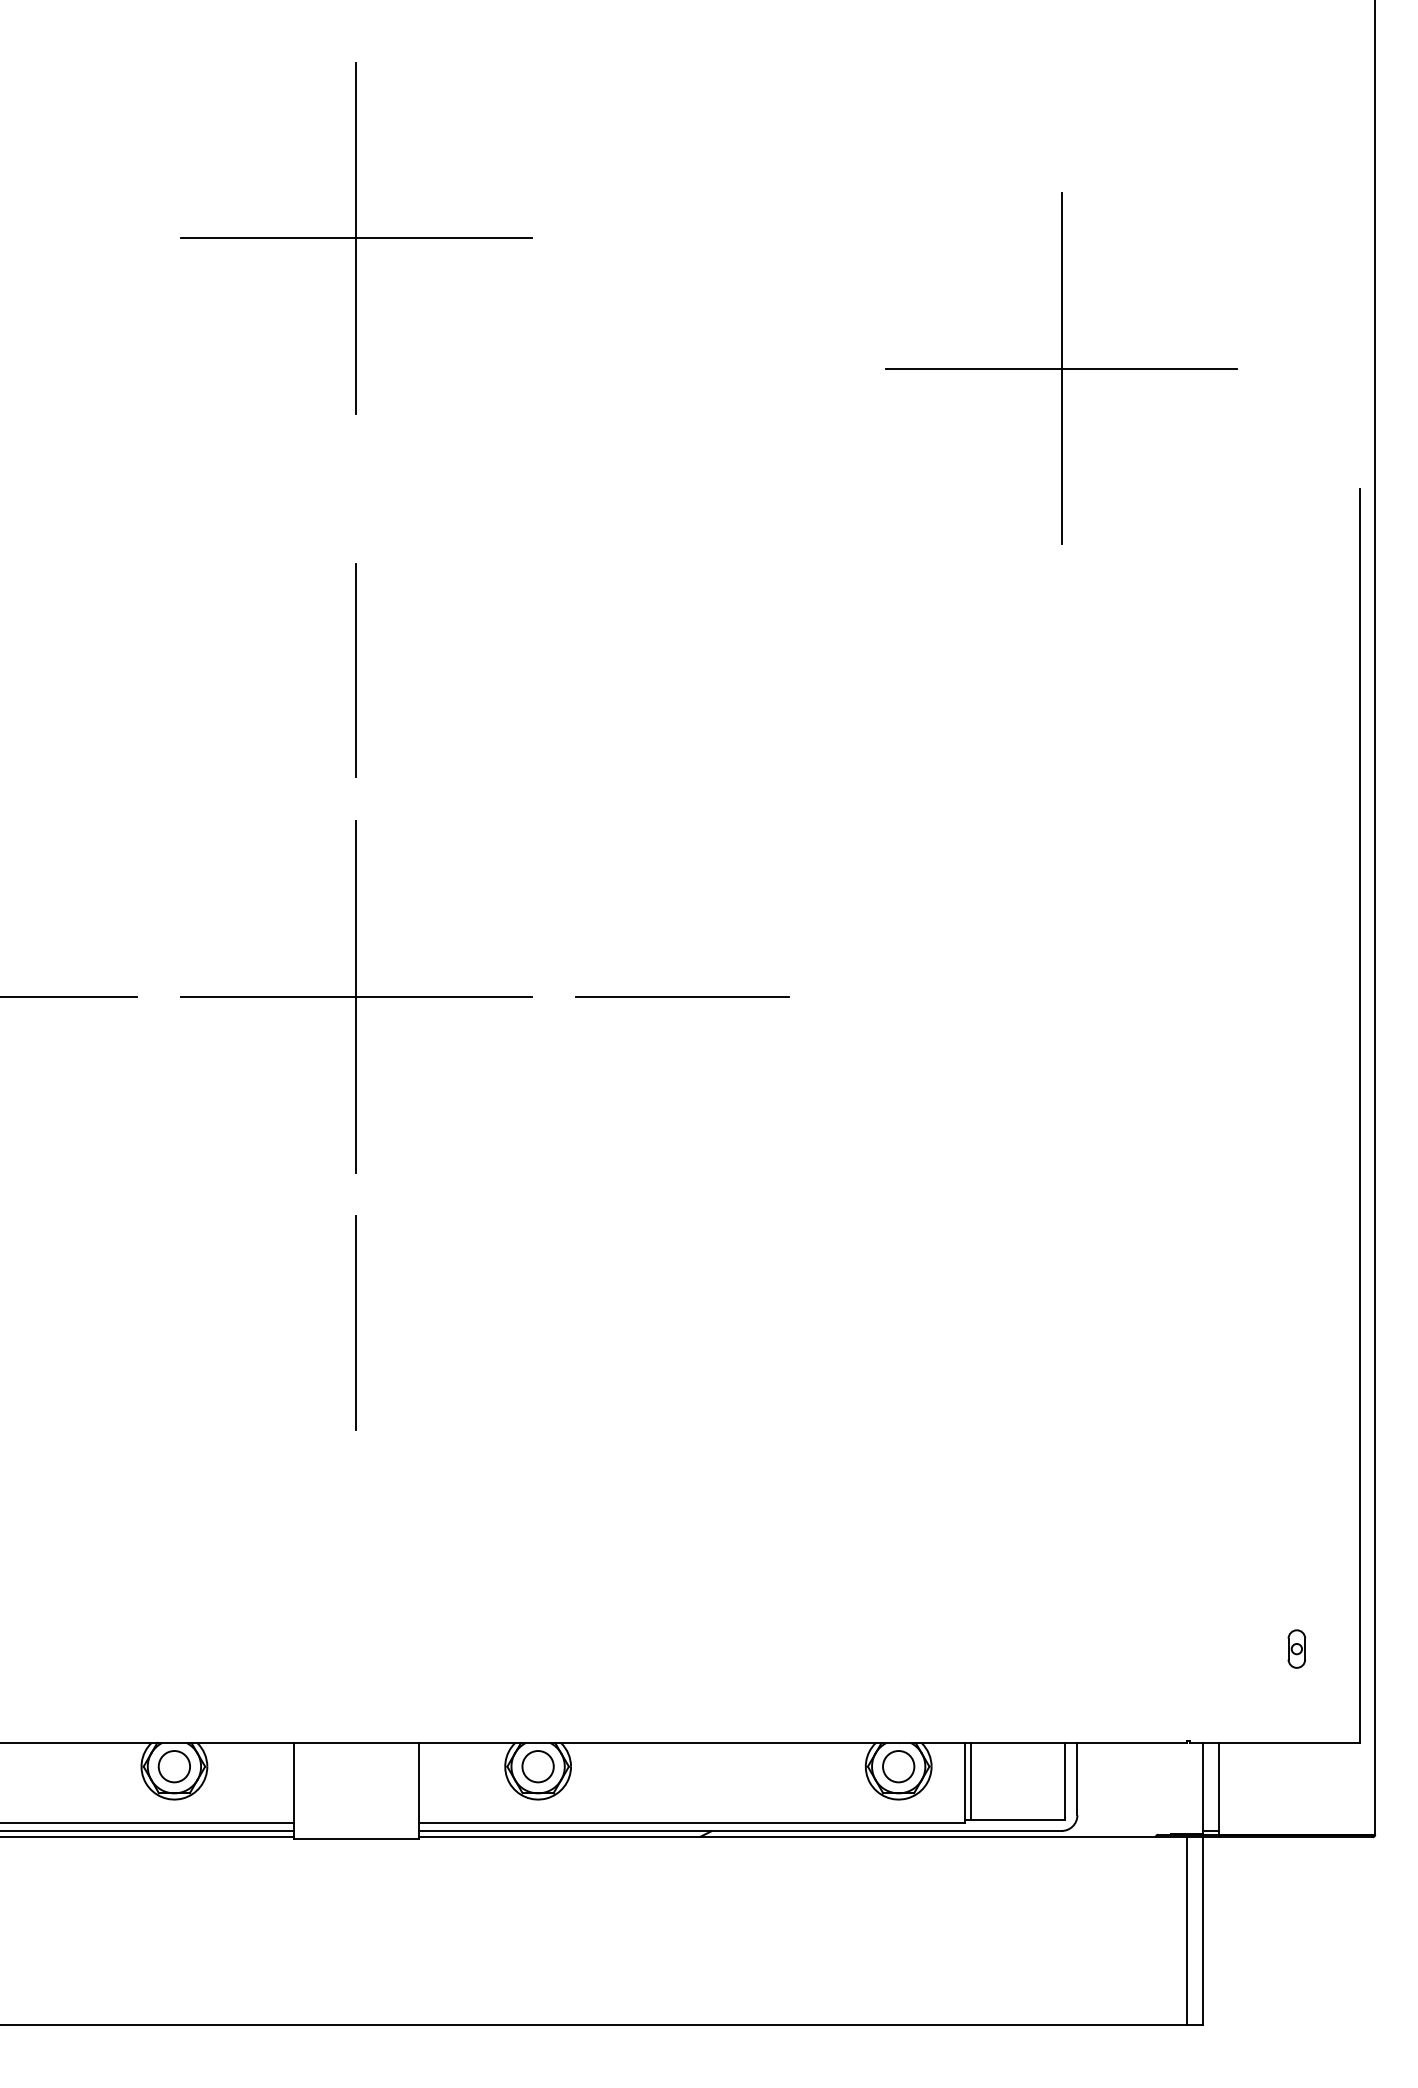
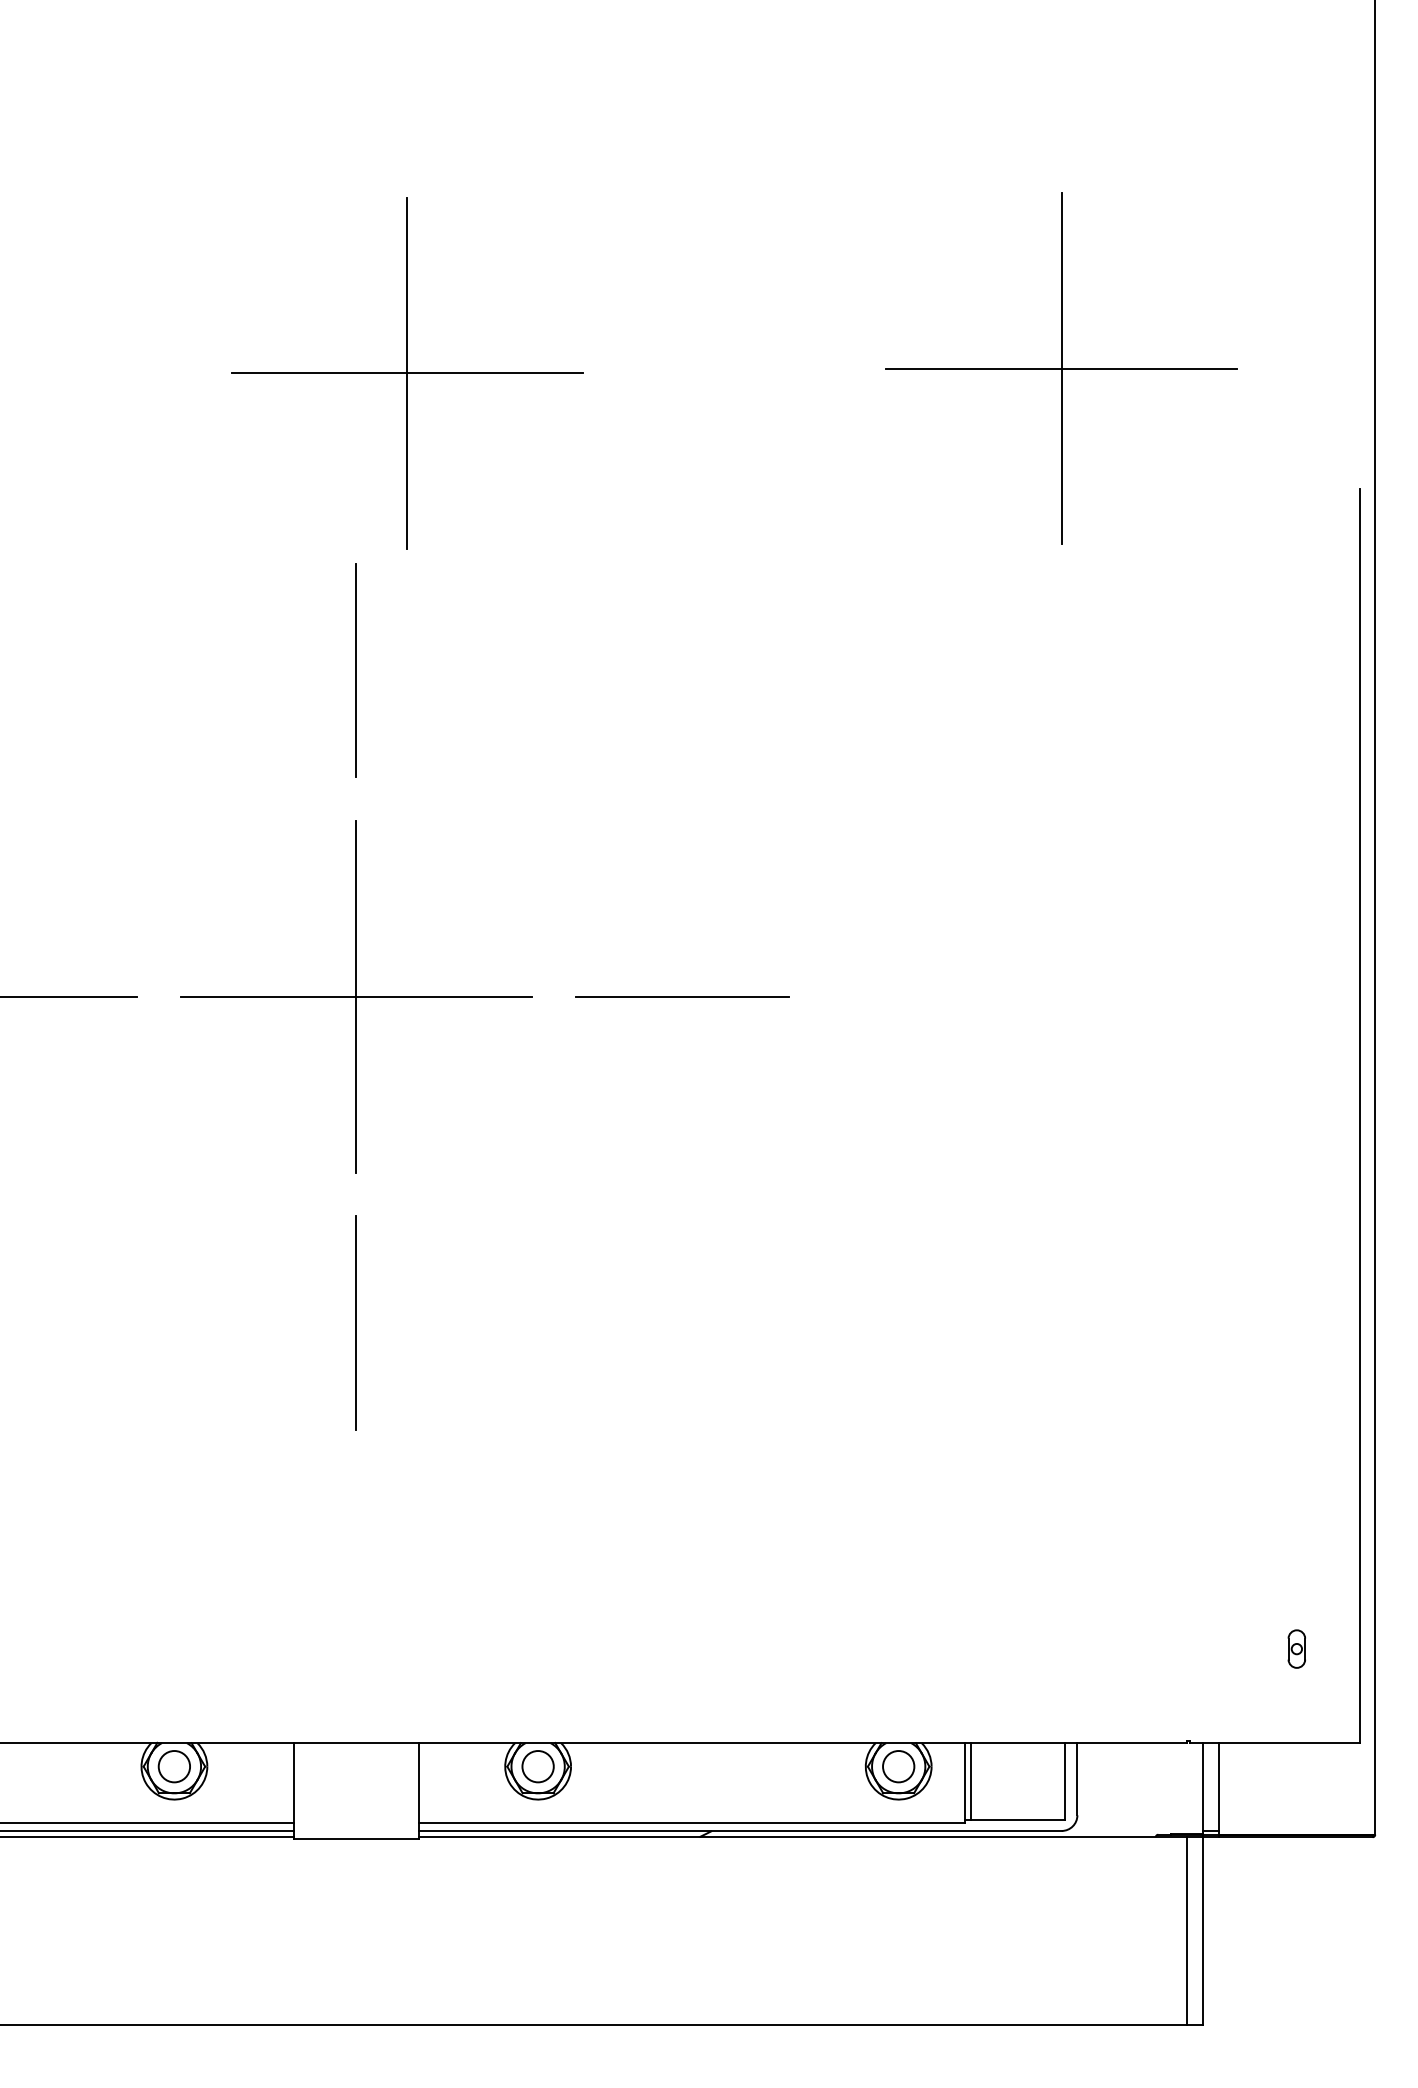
part at (356, 238) position: (356, 238) -> (407, 373)
